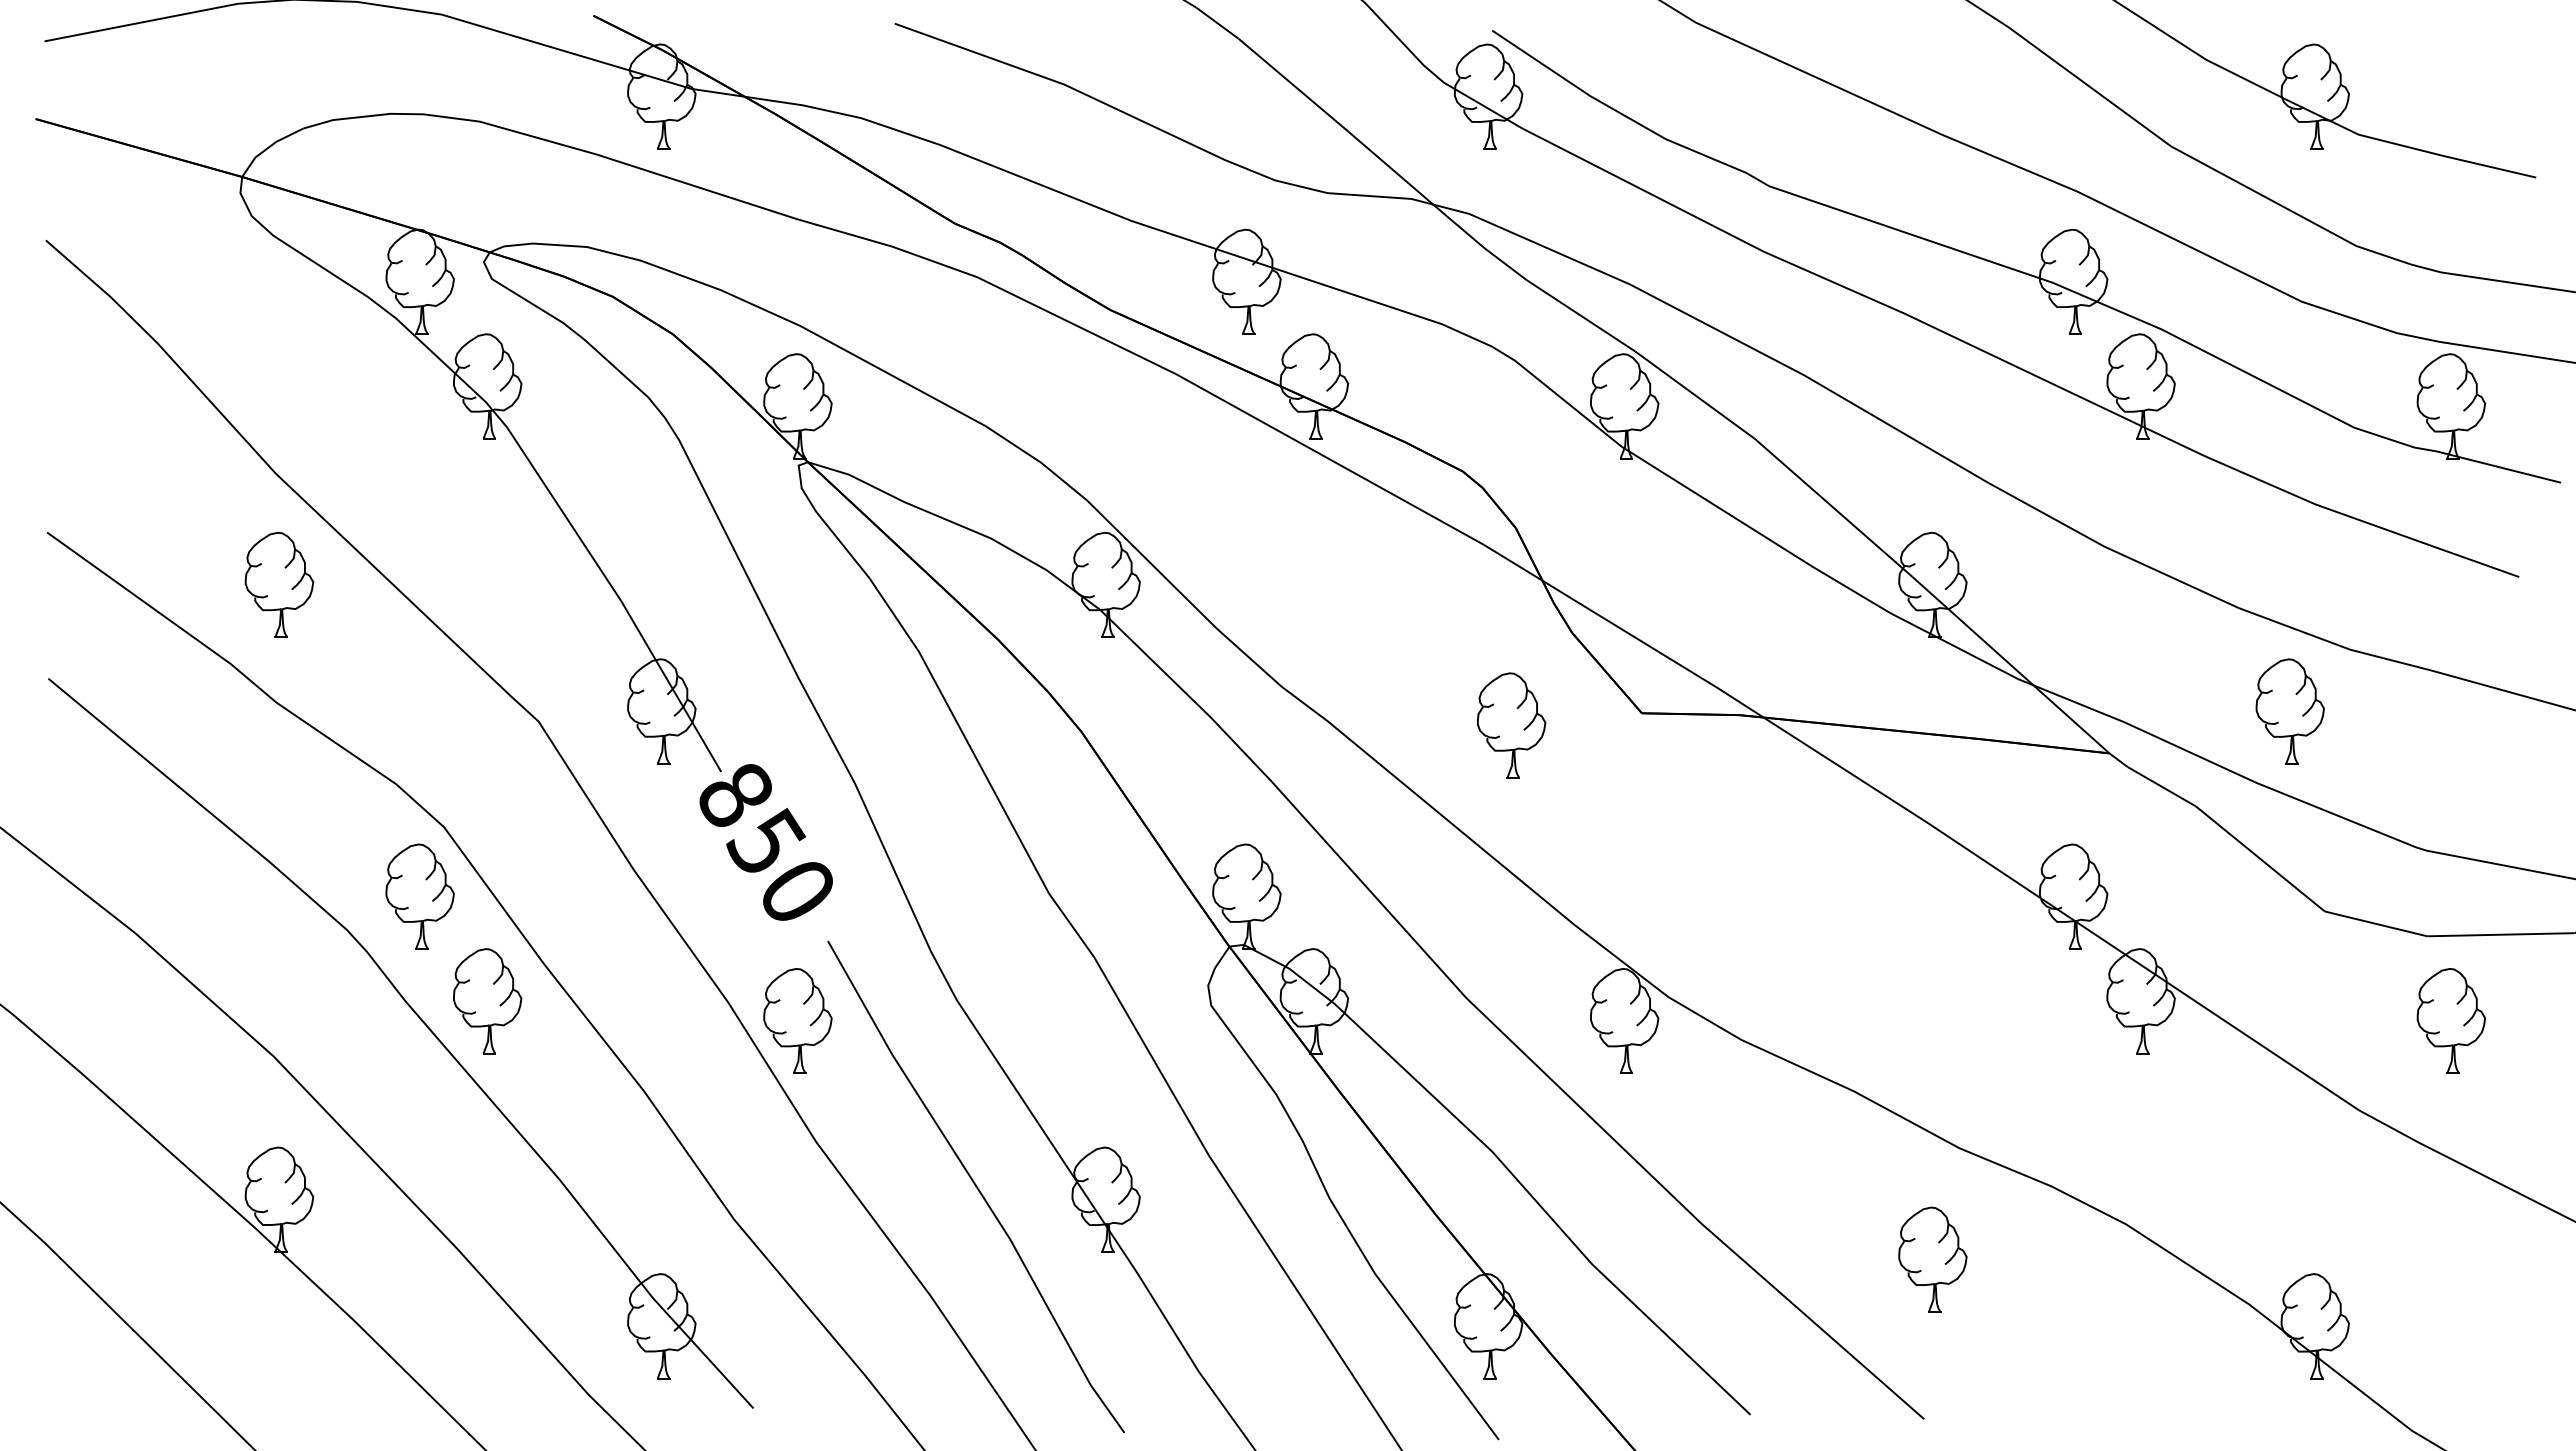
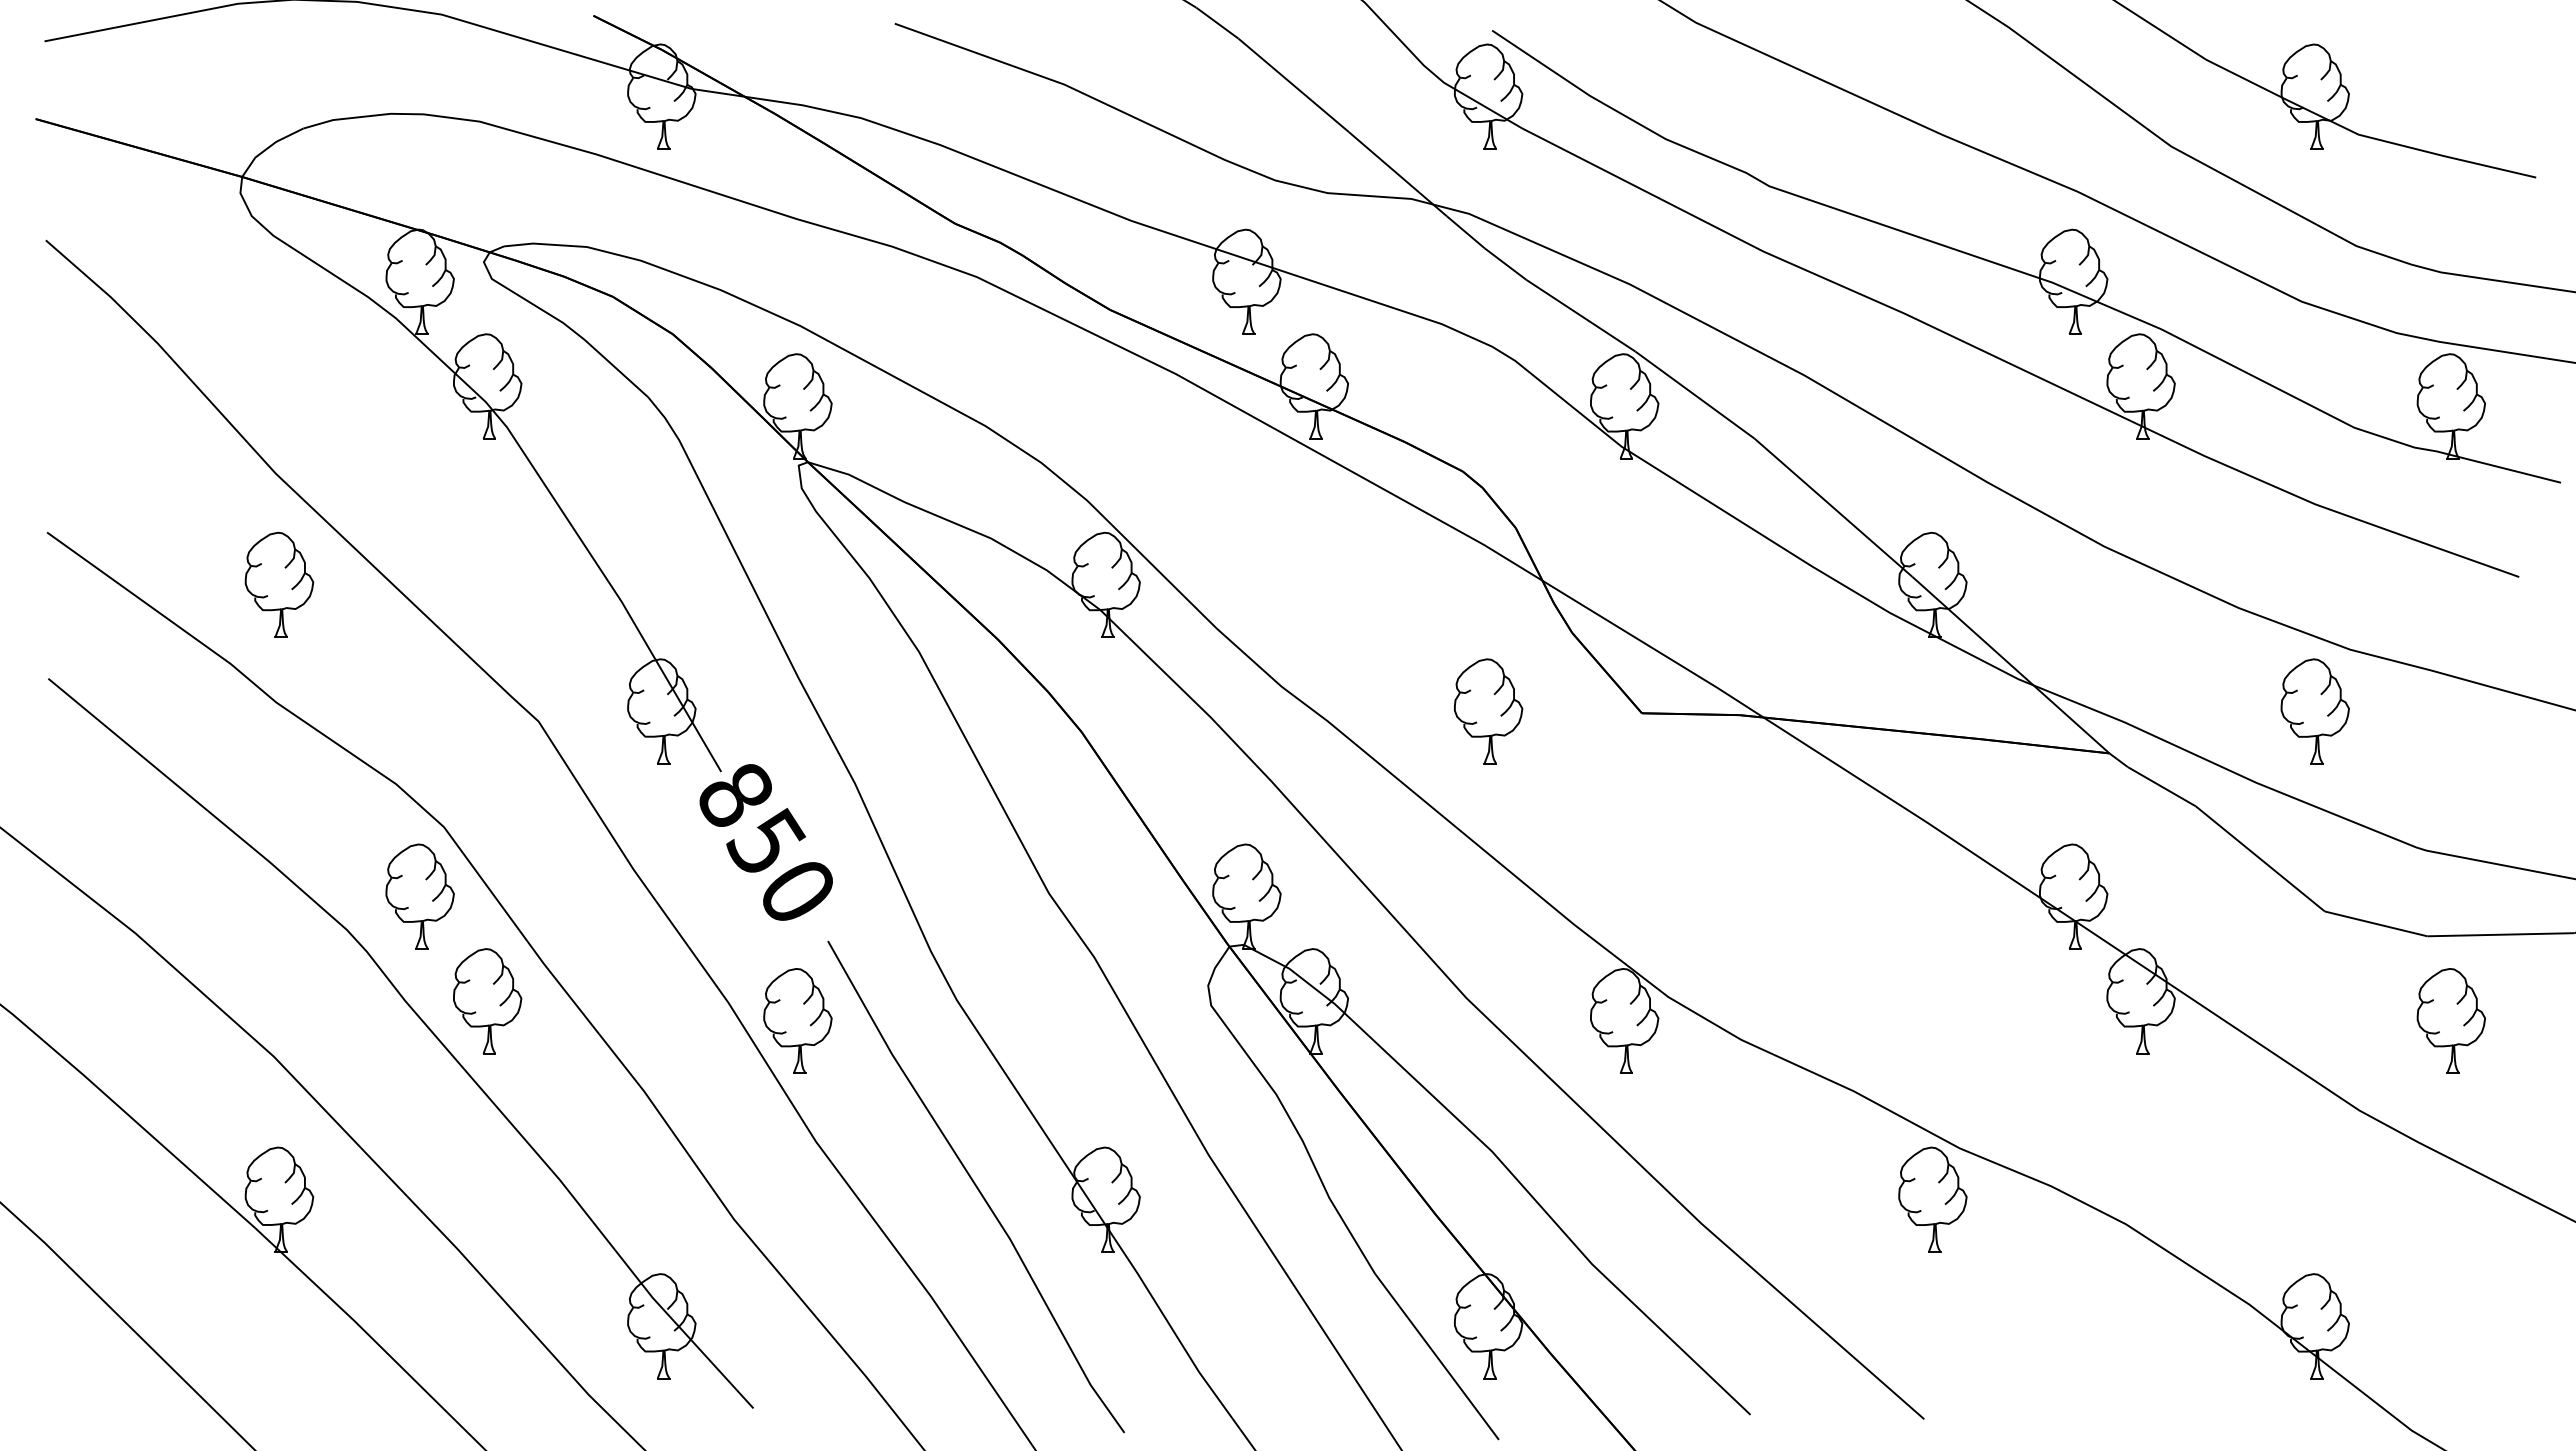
part at (2289, 711) position: (2289, 711) -> (2314, 711)
part at (1511, 725) position: (1511, 725) -> (1488, 711)
part at (1932, 1259) position: (1932, 1259) -> (1932, 1199)
